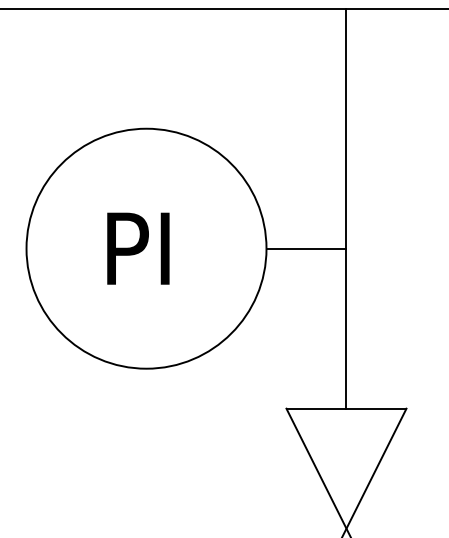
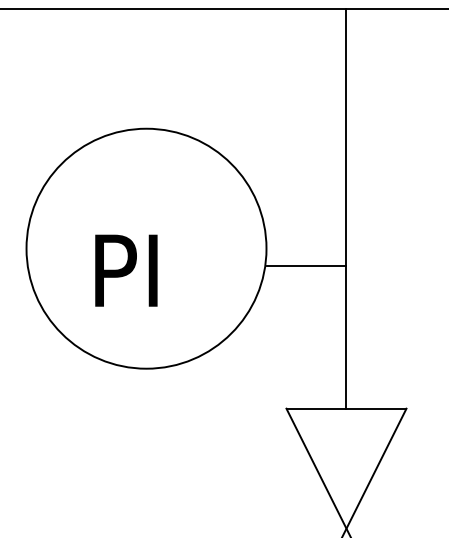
text at (138, 248) position: (138, 248) -> (126, 270)
line at (306, 248) position: (306, 248) -> (306, 265)
